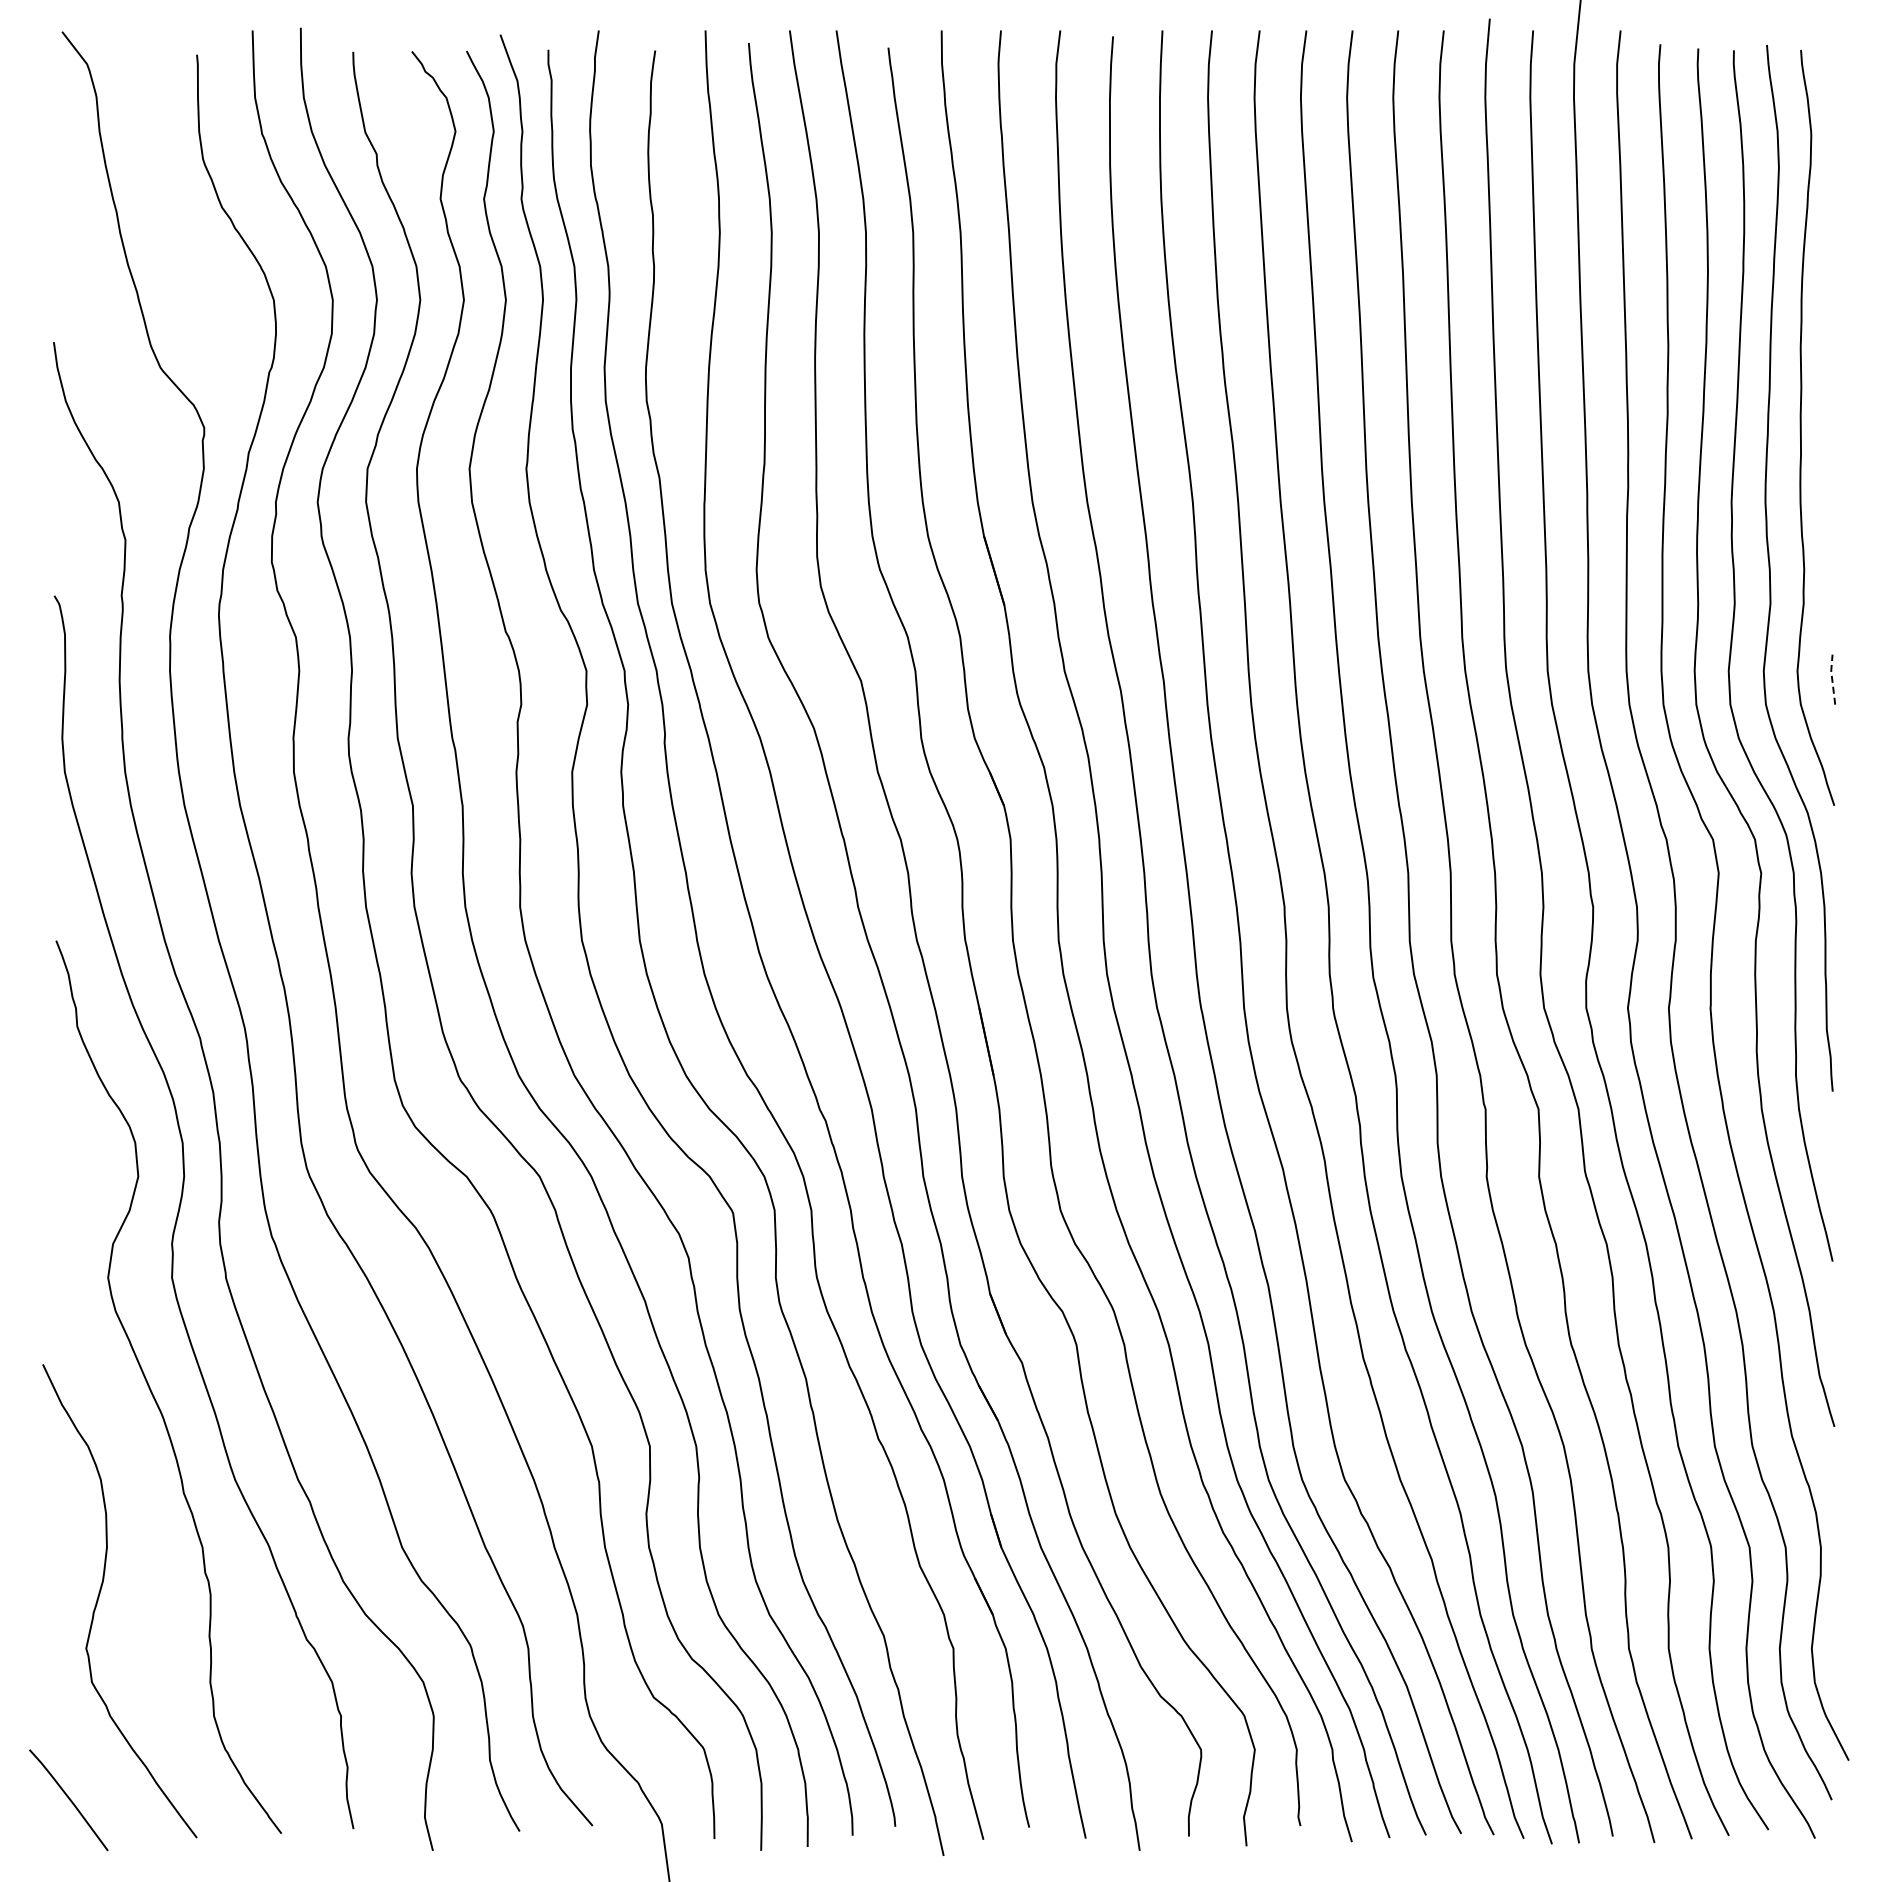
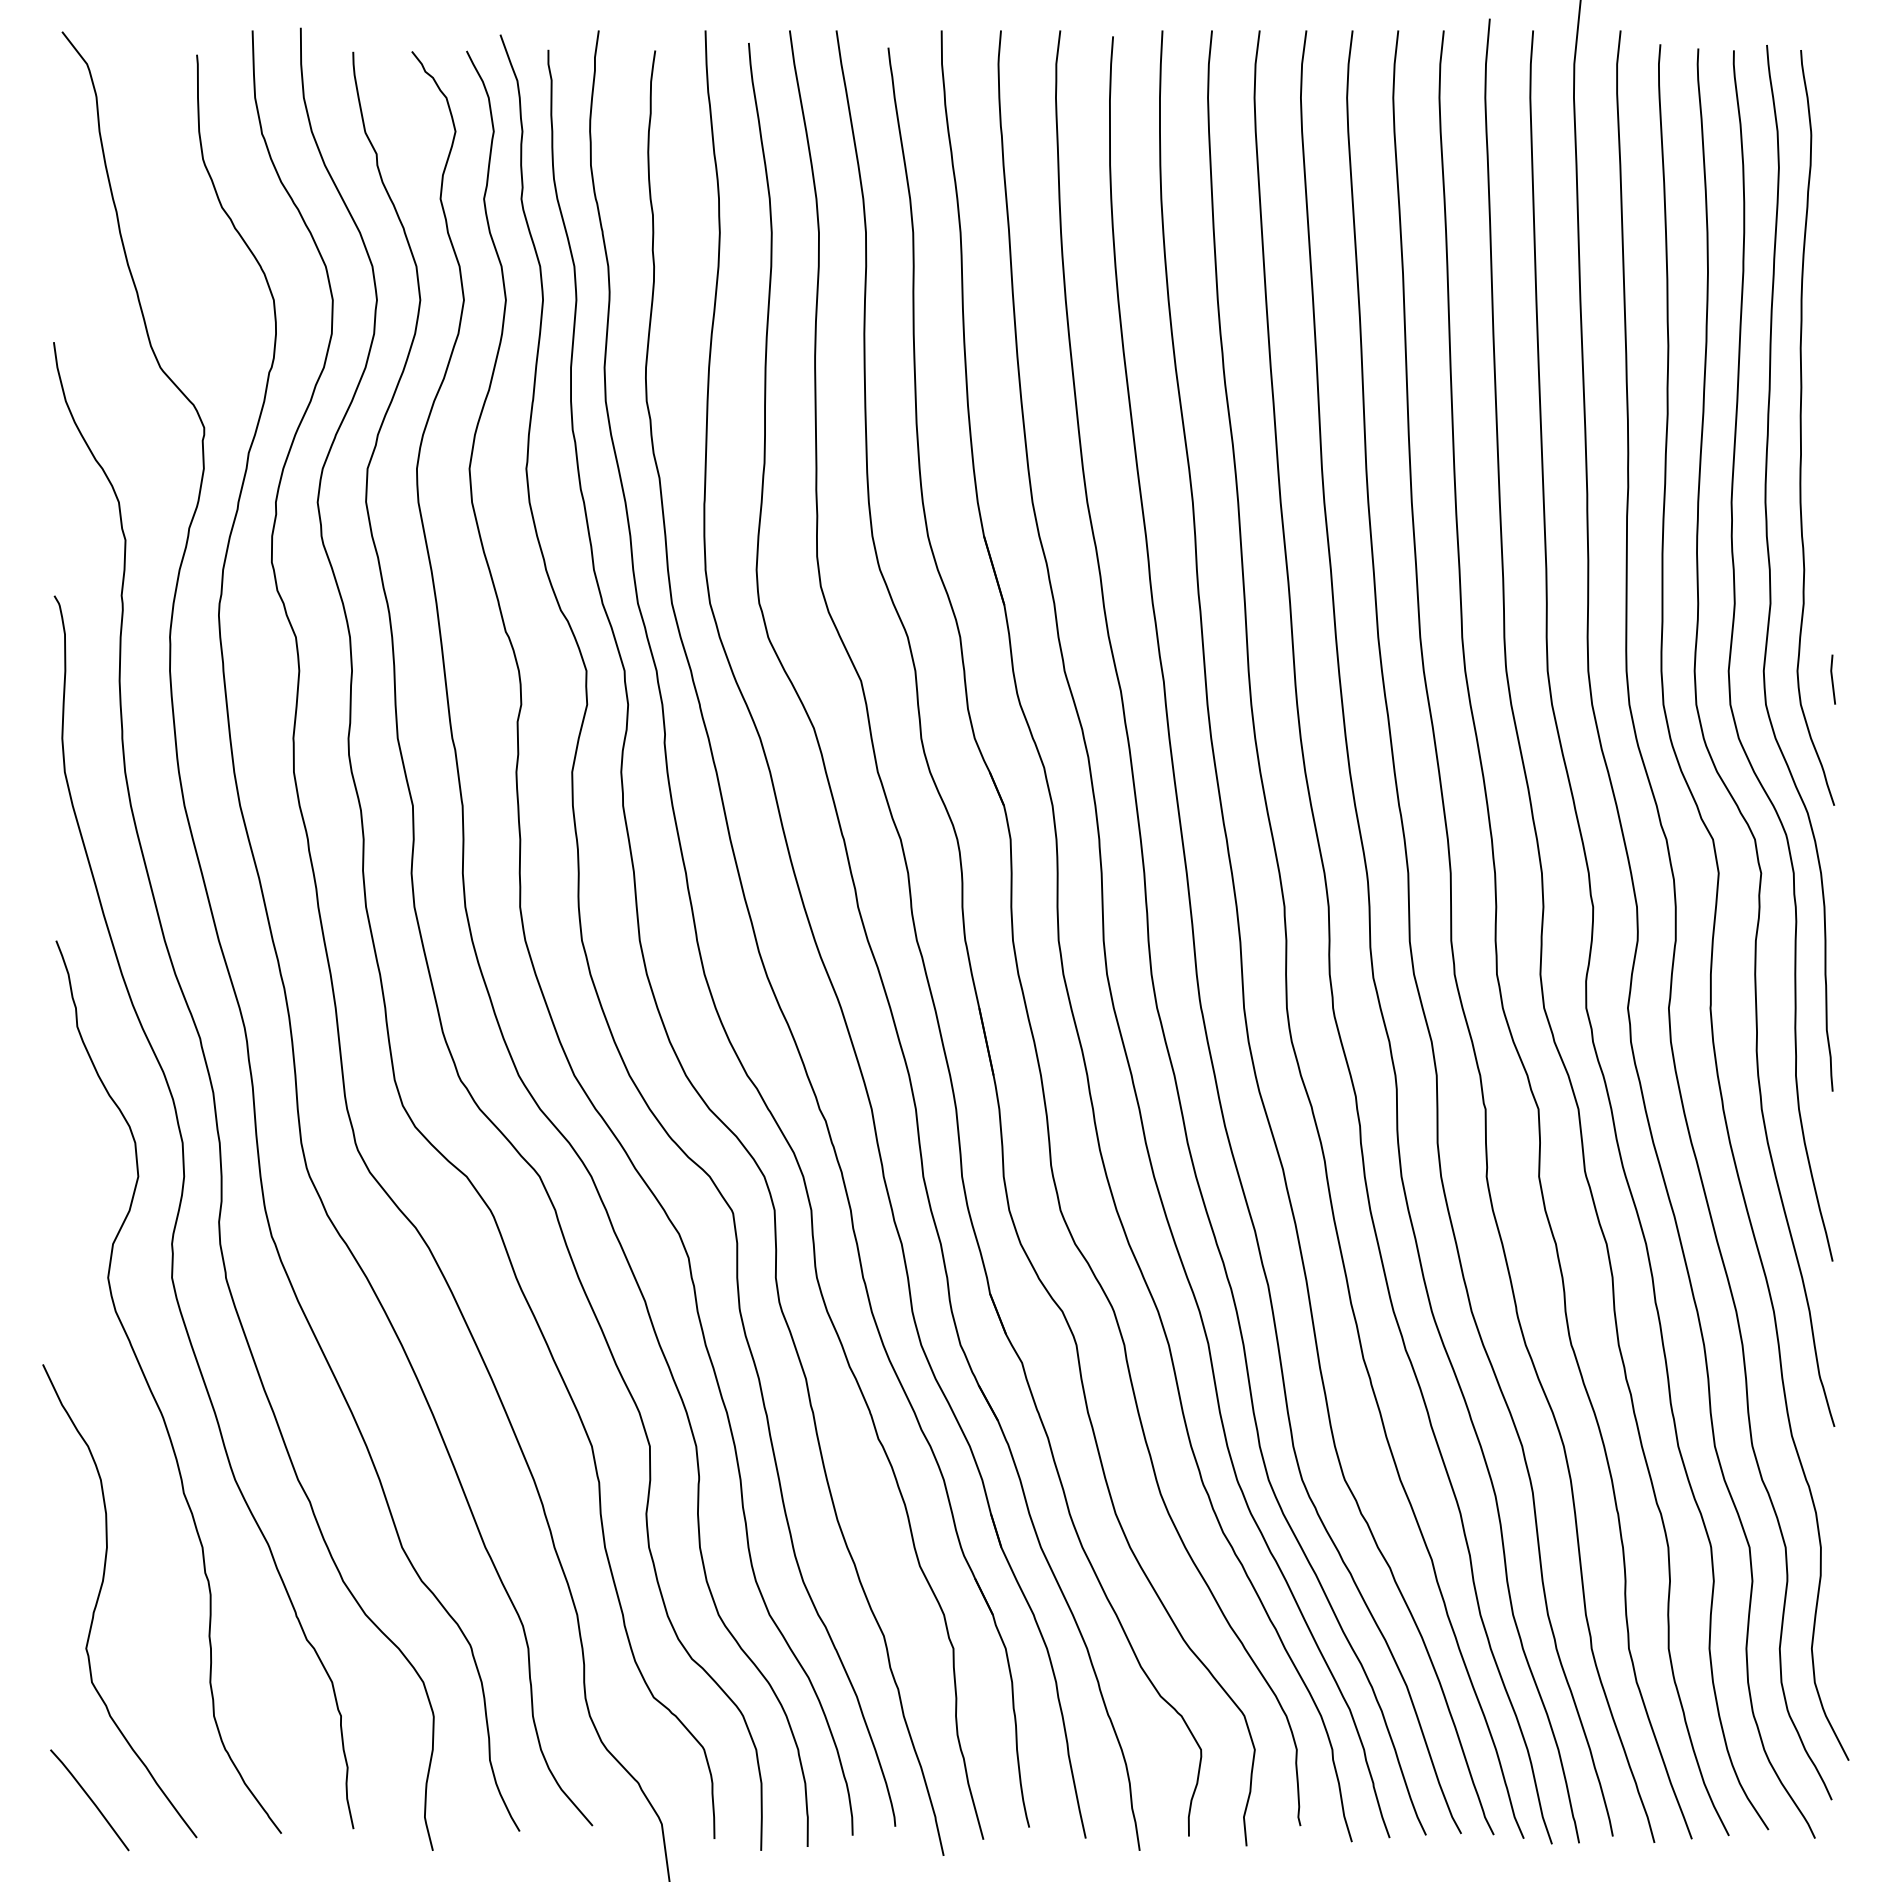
line at (1832, 678): dashed -> solid
line at (68, 1799) position: (68, 1799) -> (89, 1799)
